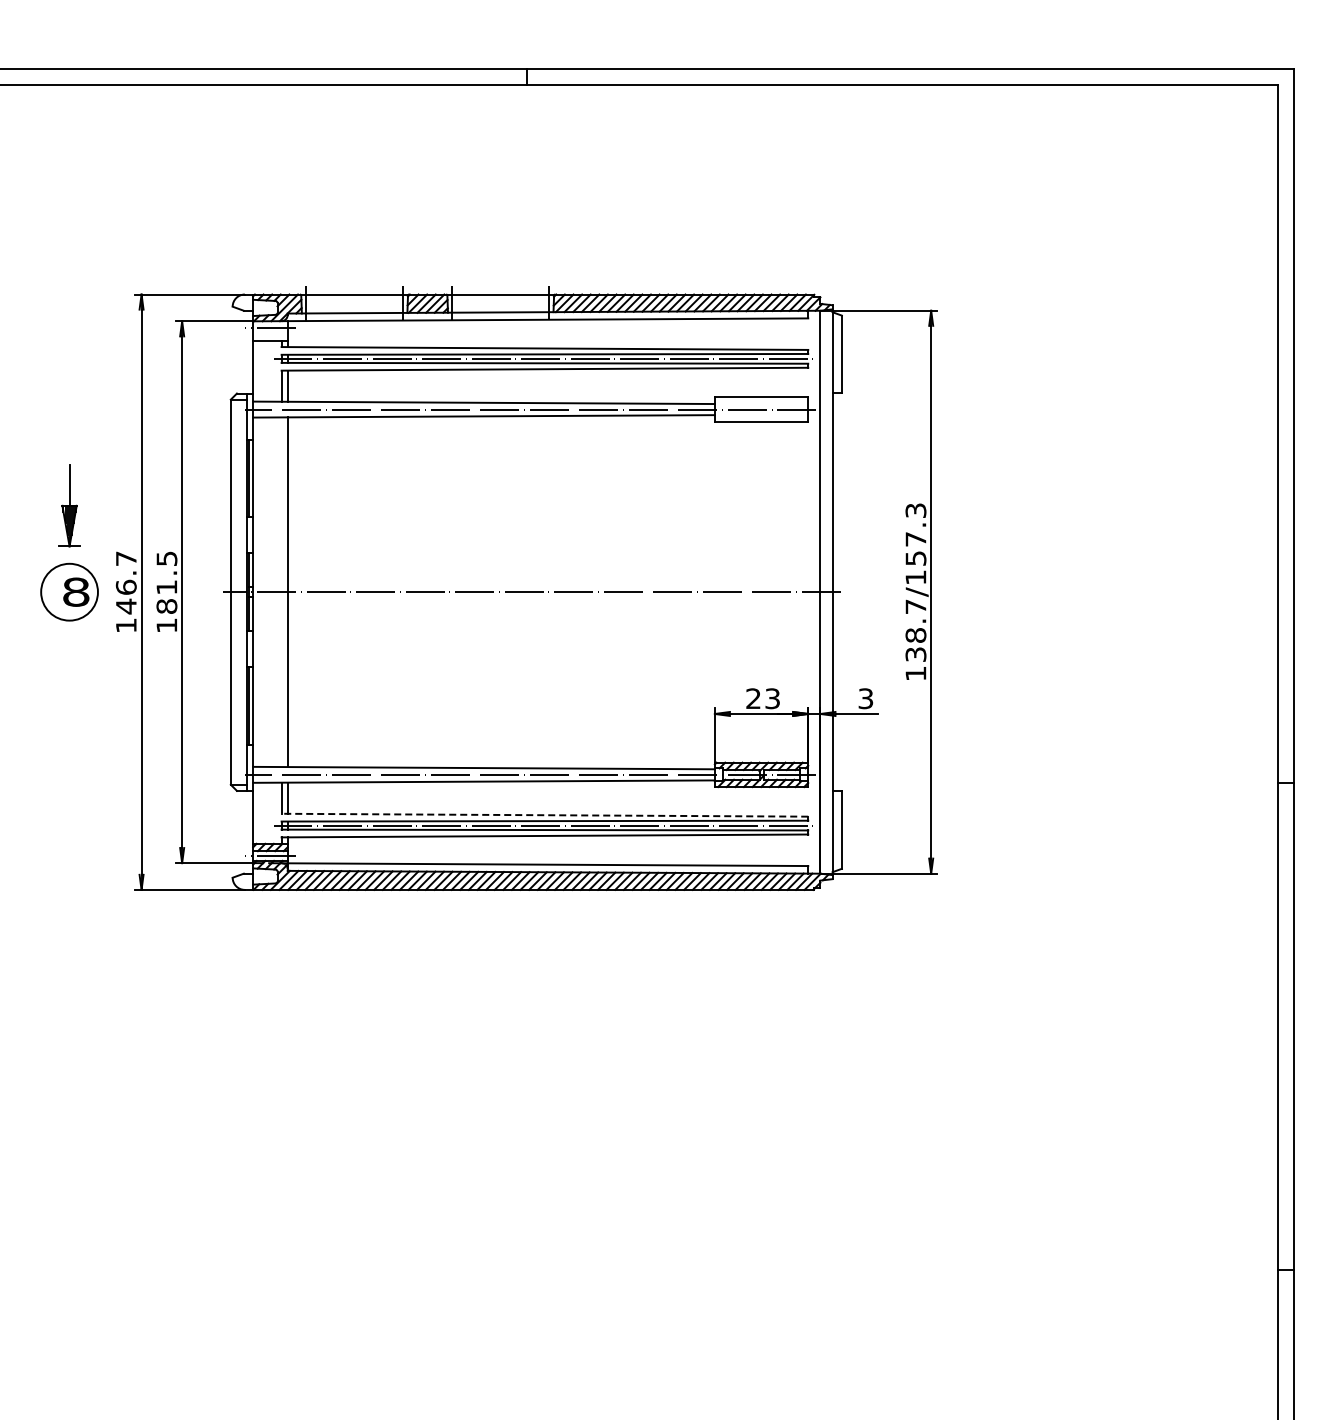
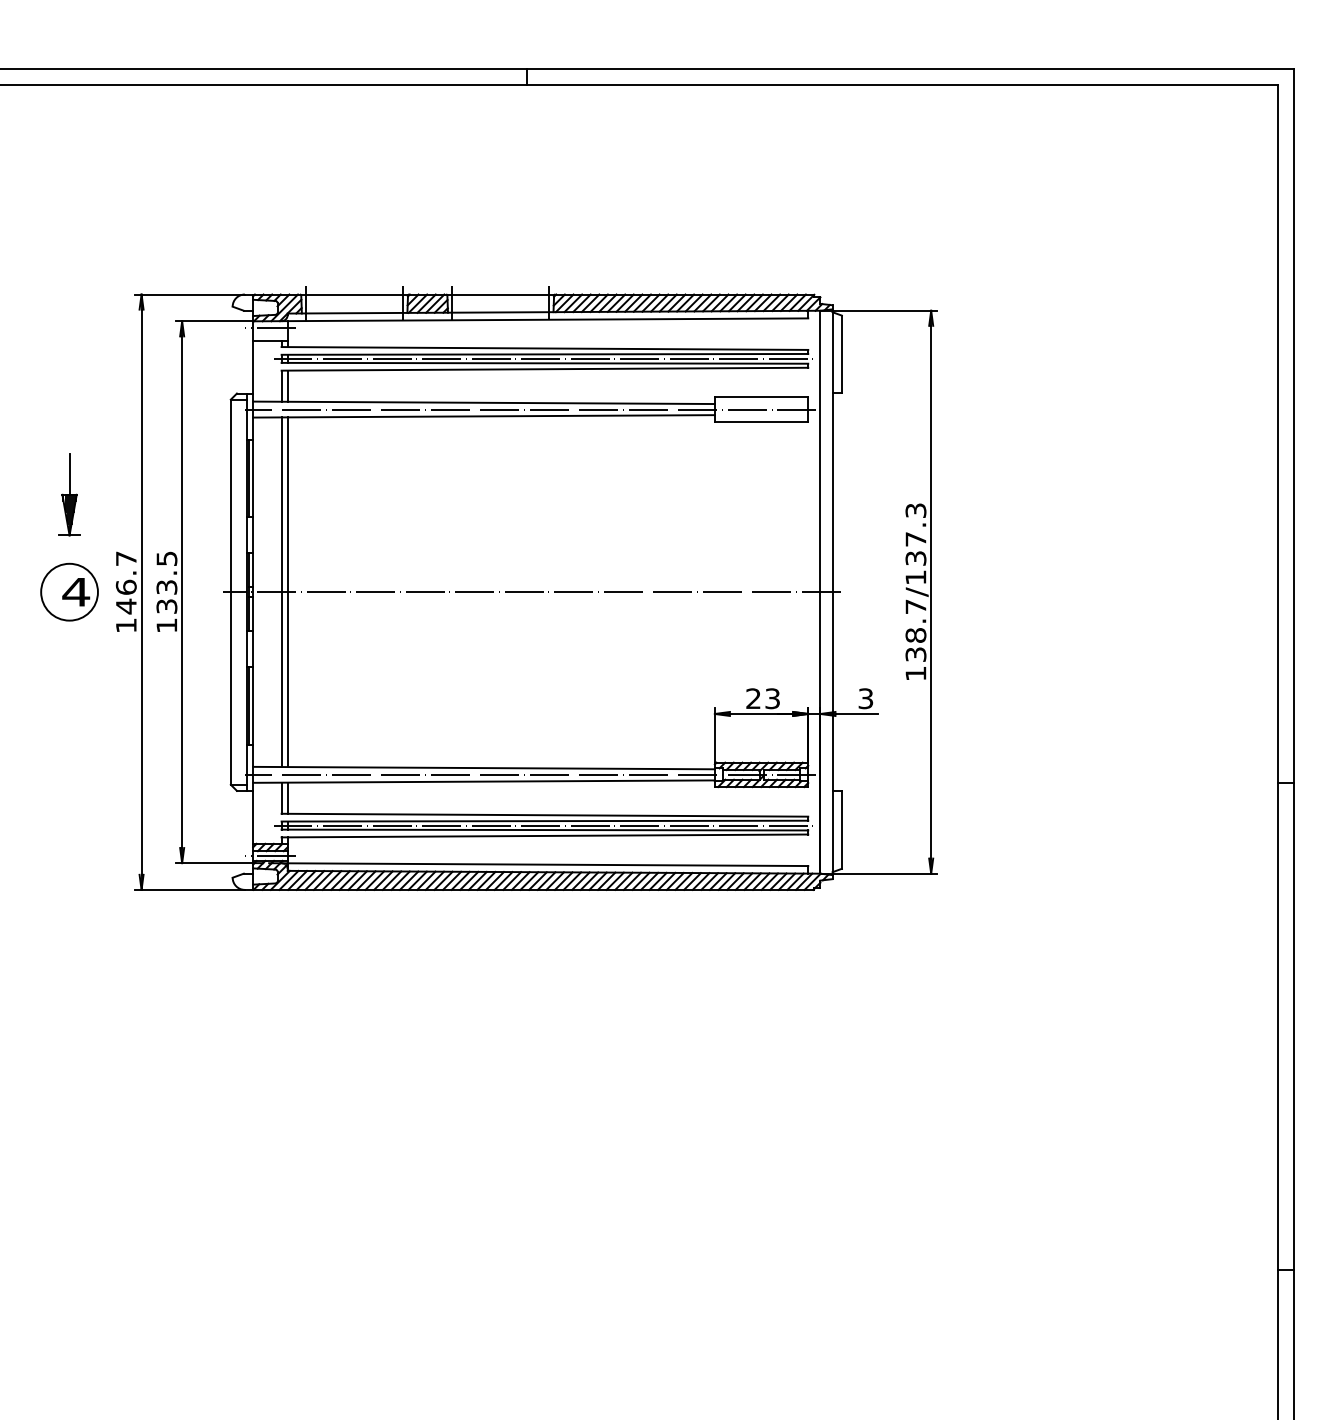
part at (69, 505) position: (69, 505) -> (69, 494)
text at (915, 557): 138.7/157.3 -> 138.7/137.3
text at (76, 591): 8 -> 4
line at (281, 592): none -> present
text at (166, 596): 181.5 -> 133.5
line at (544, 815): dashed -> solid
